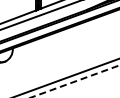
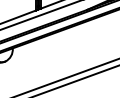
line at (74, 81): dashed -> solid
